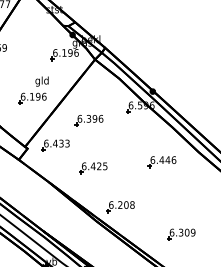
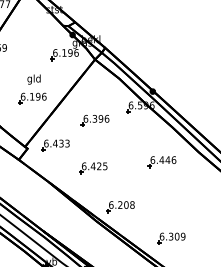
text at (41, 81) position: (41, 81) -> (33, 79)
part at (88, 120) position: (88, 120) -> (94, 120)
part at (181, 234) position: (181, 234) -> (171, 238)
